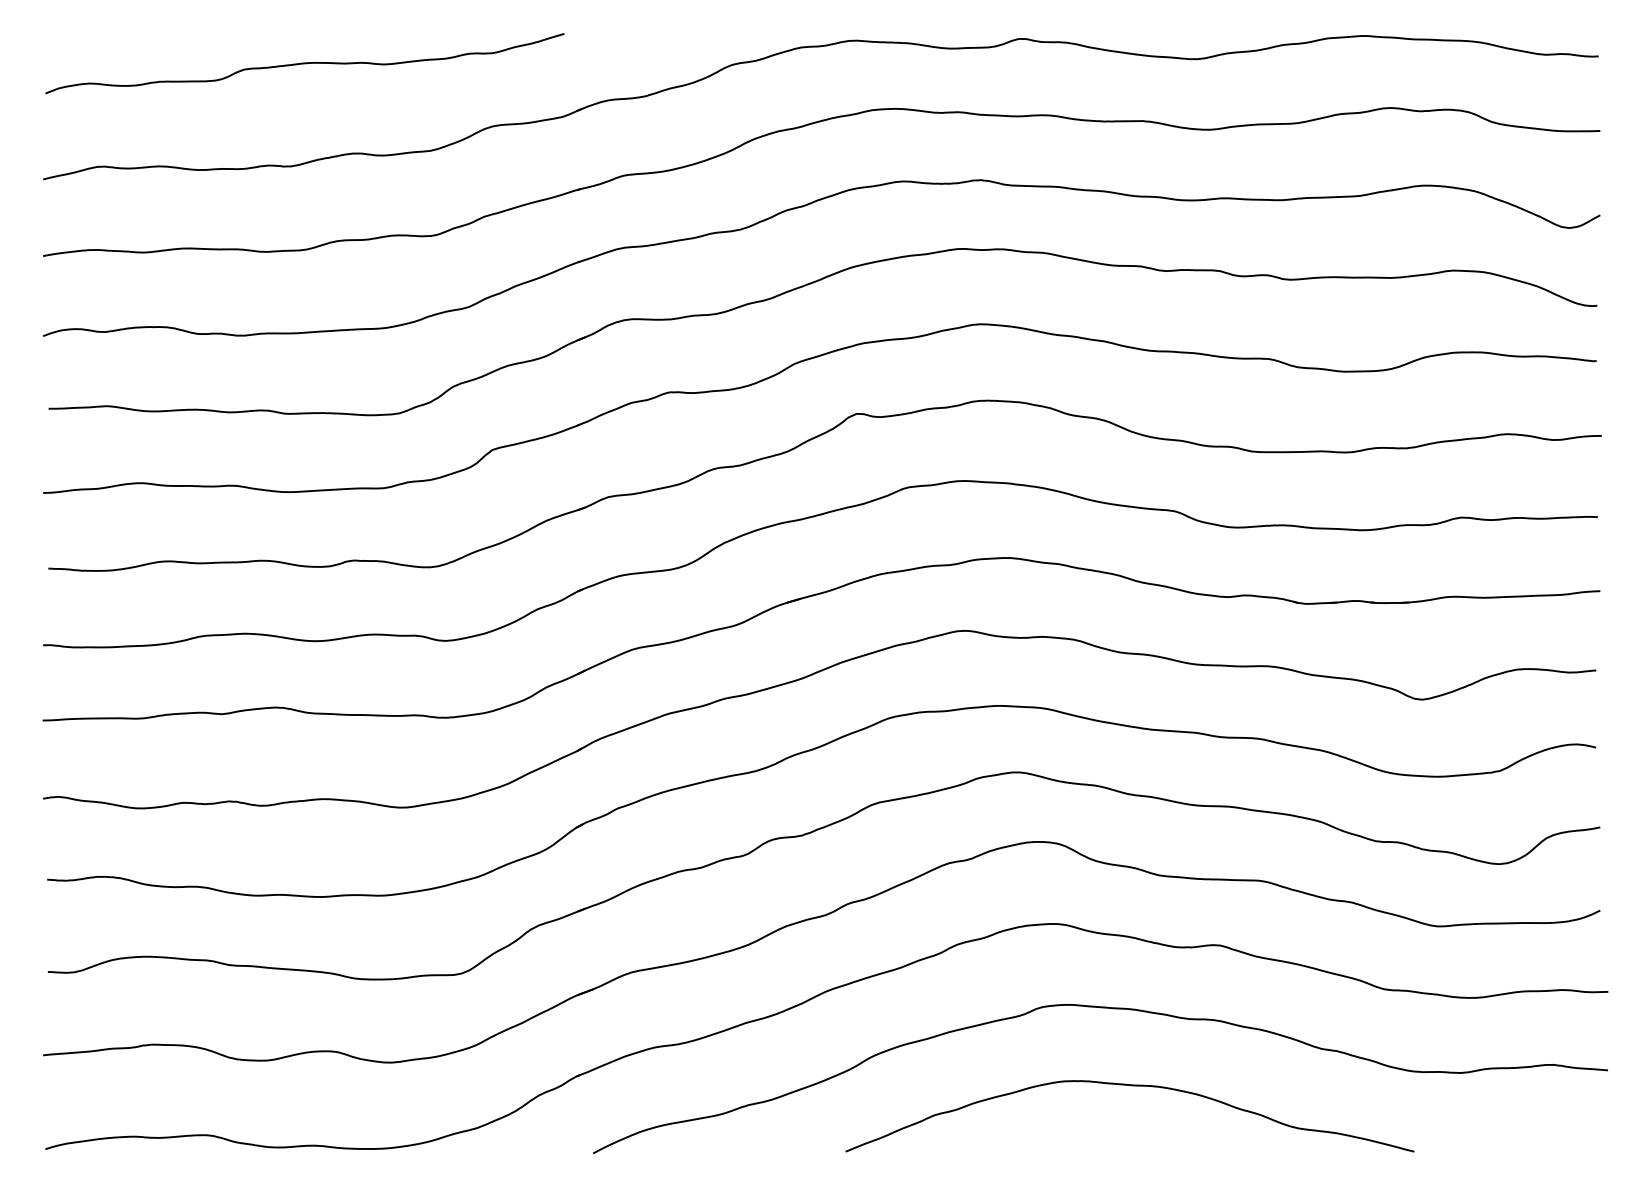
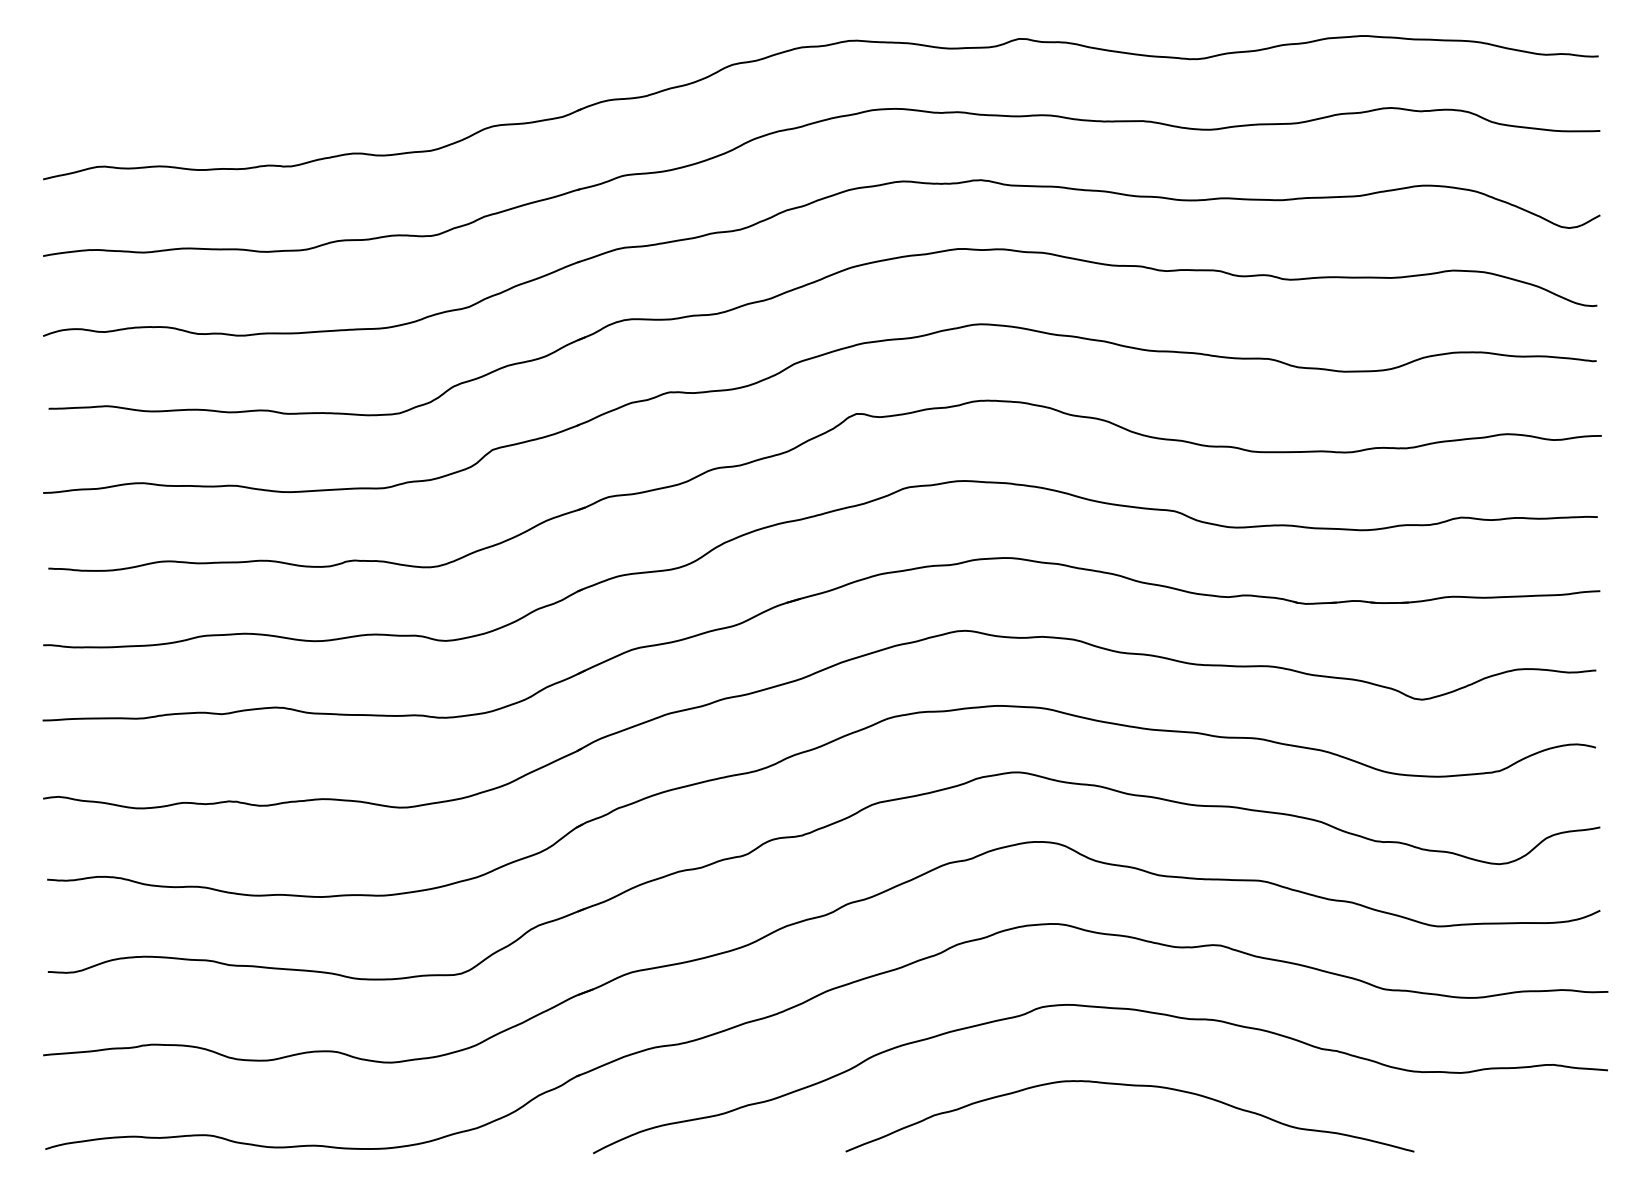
curve at (304, 63): present -> none
